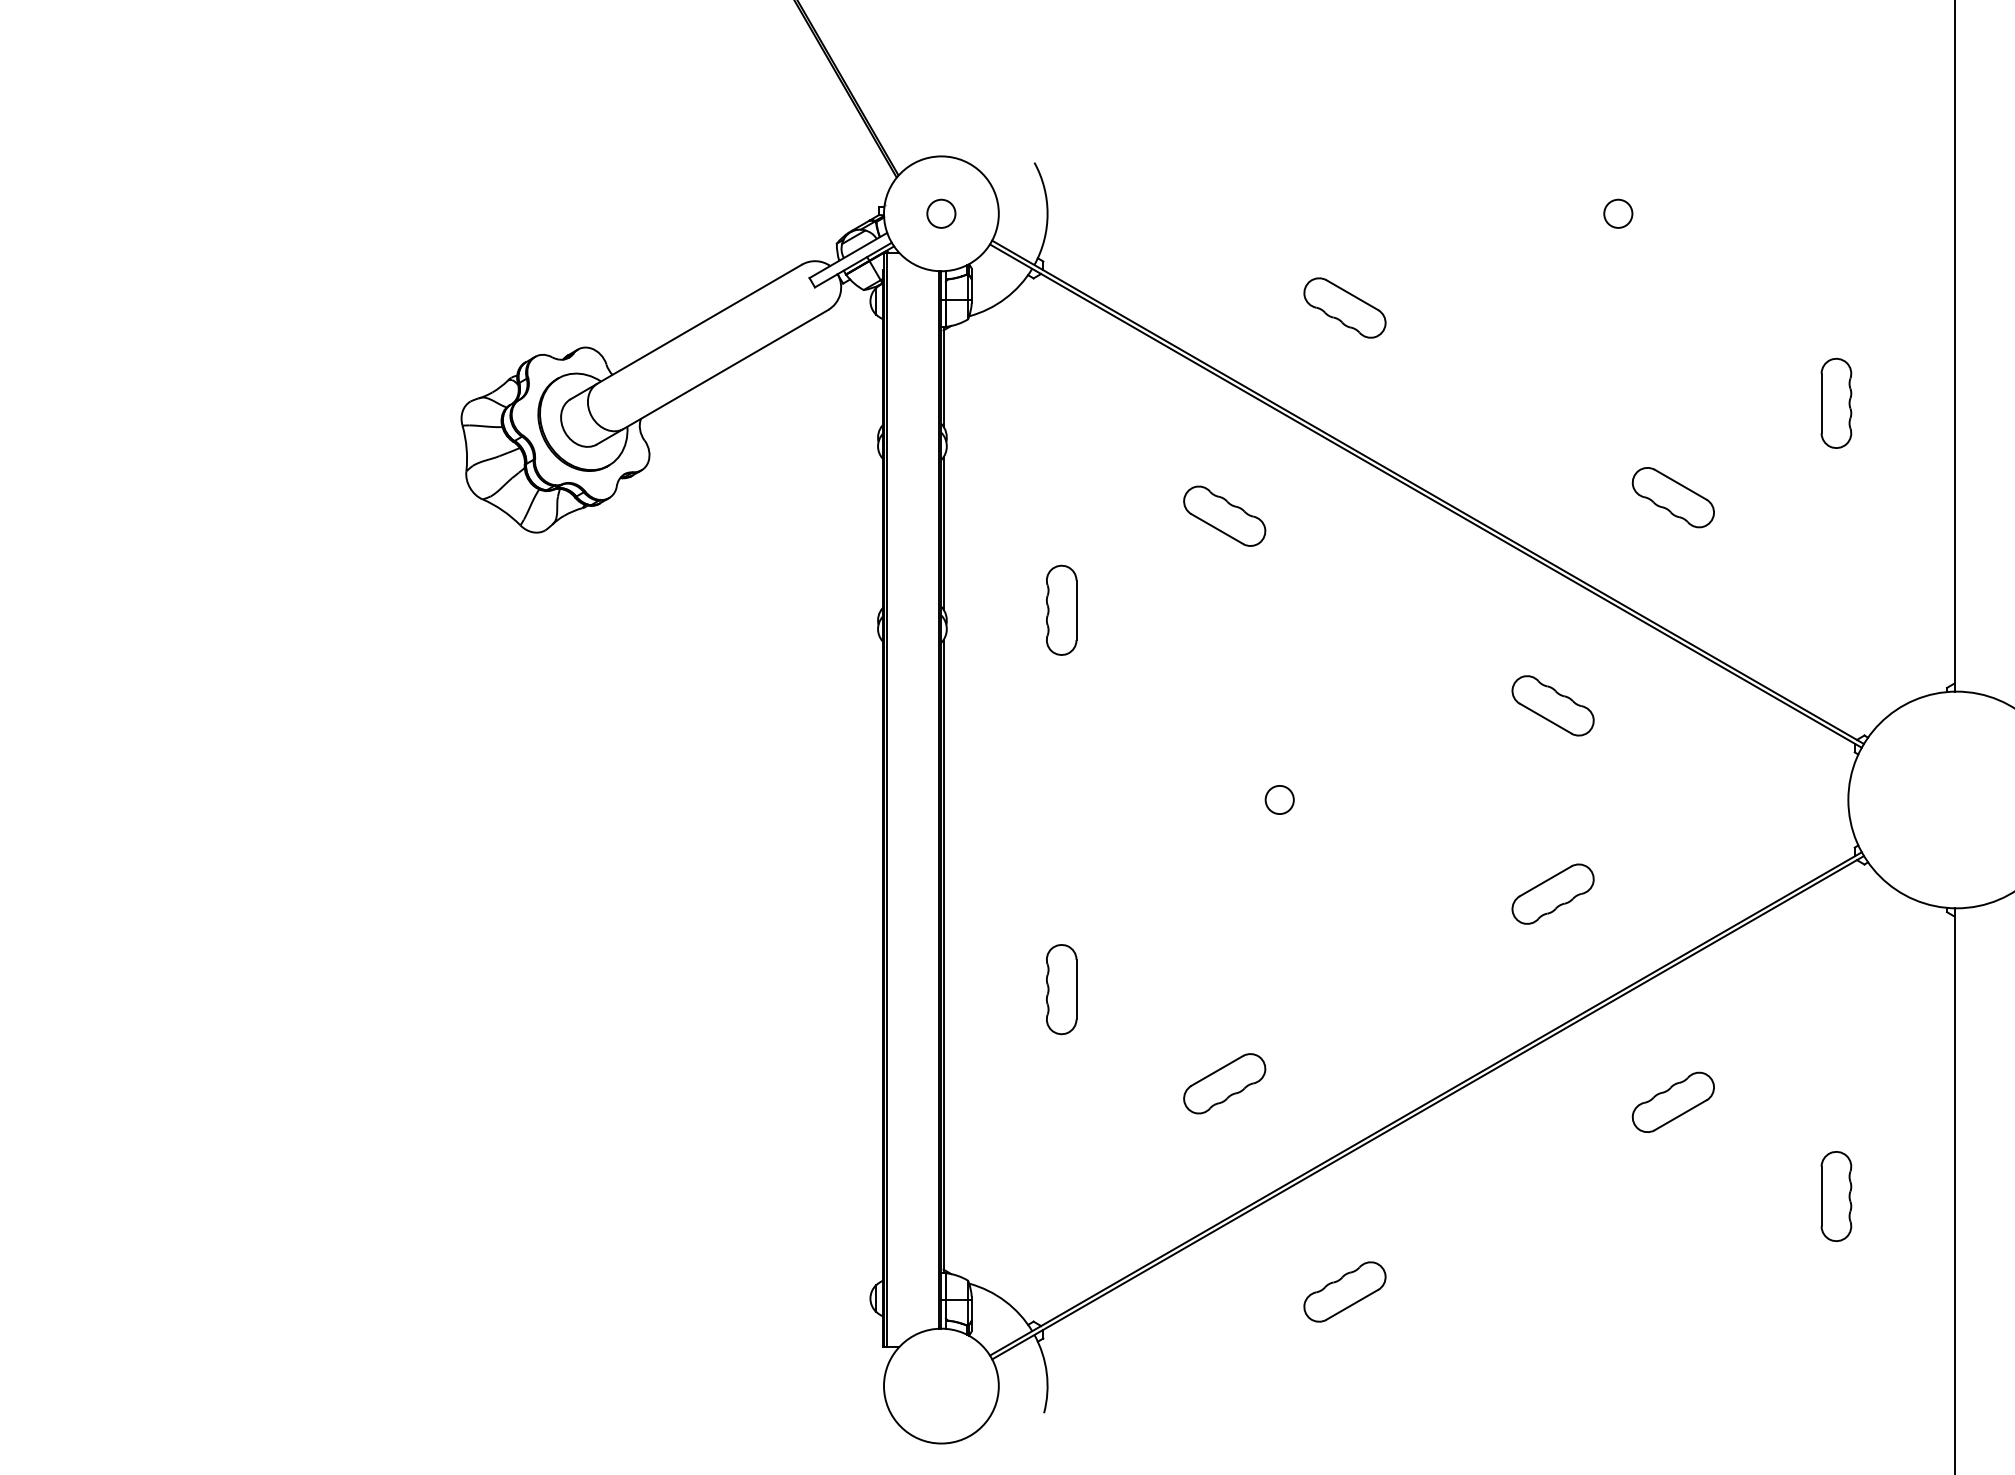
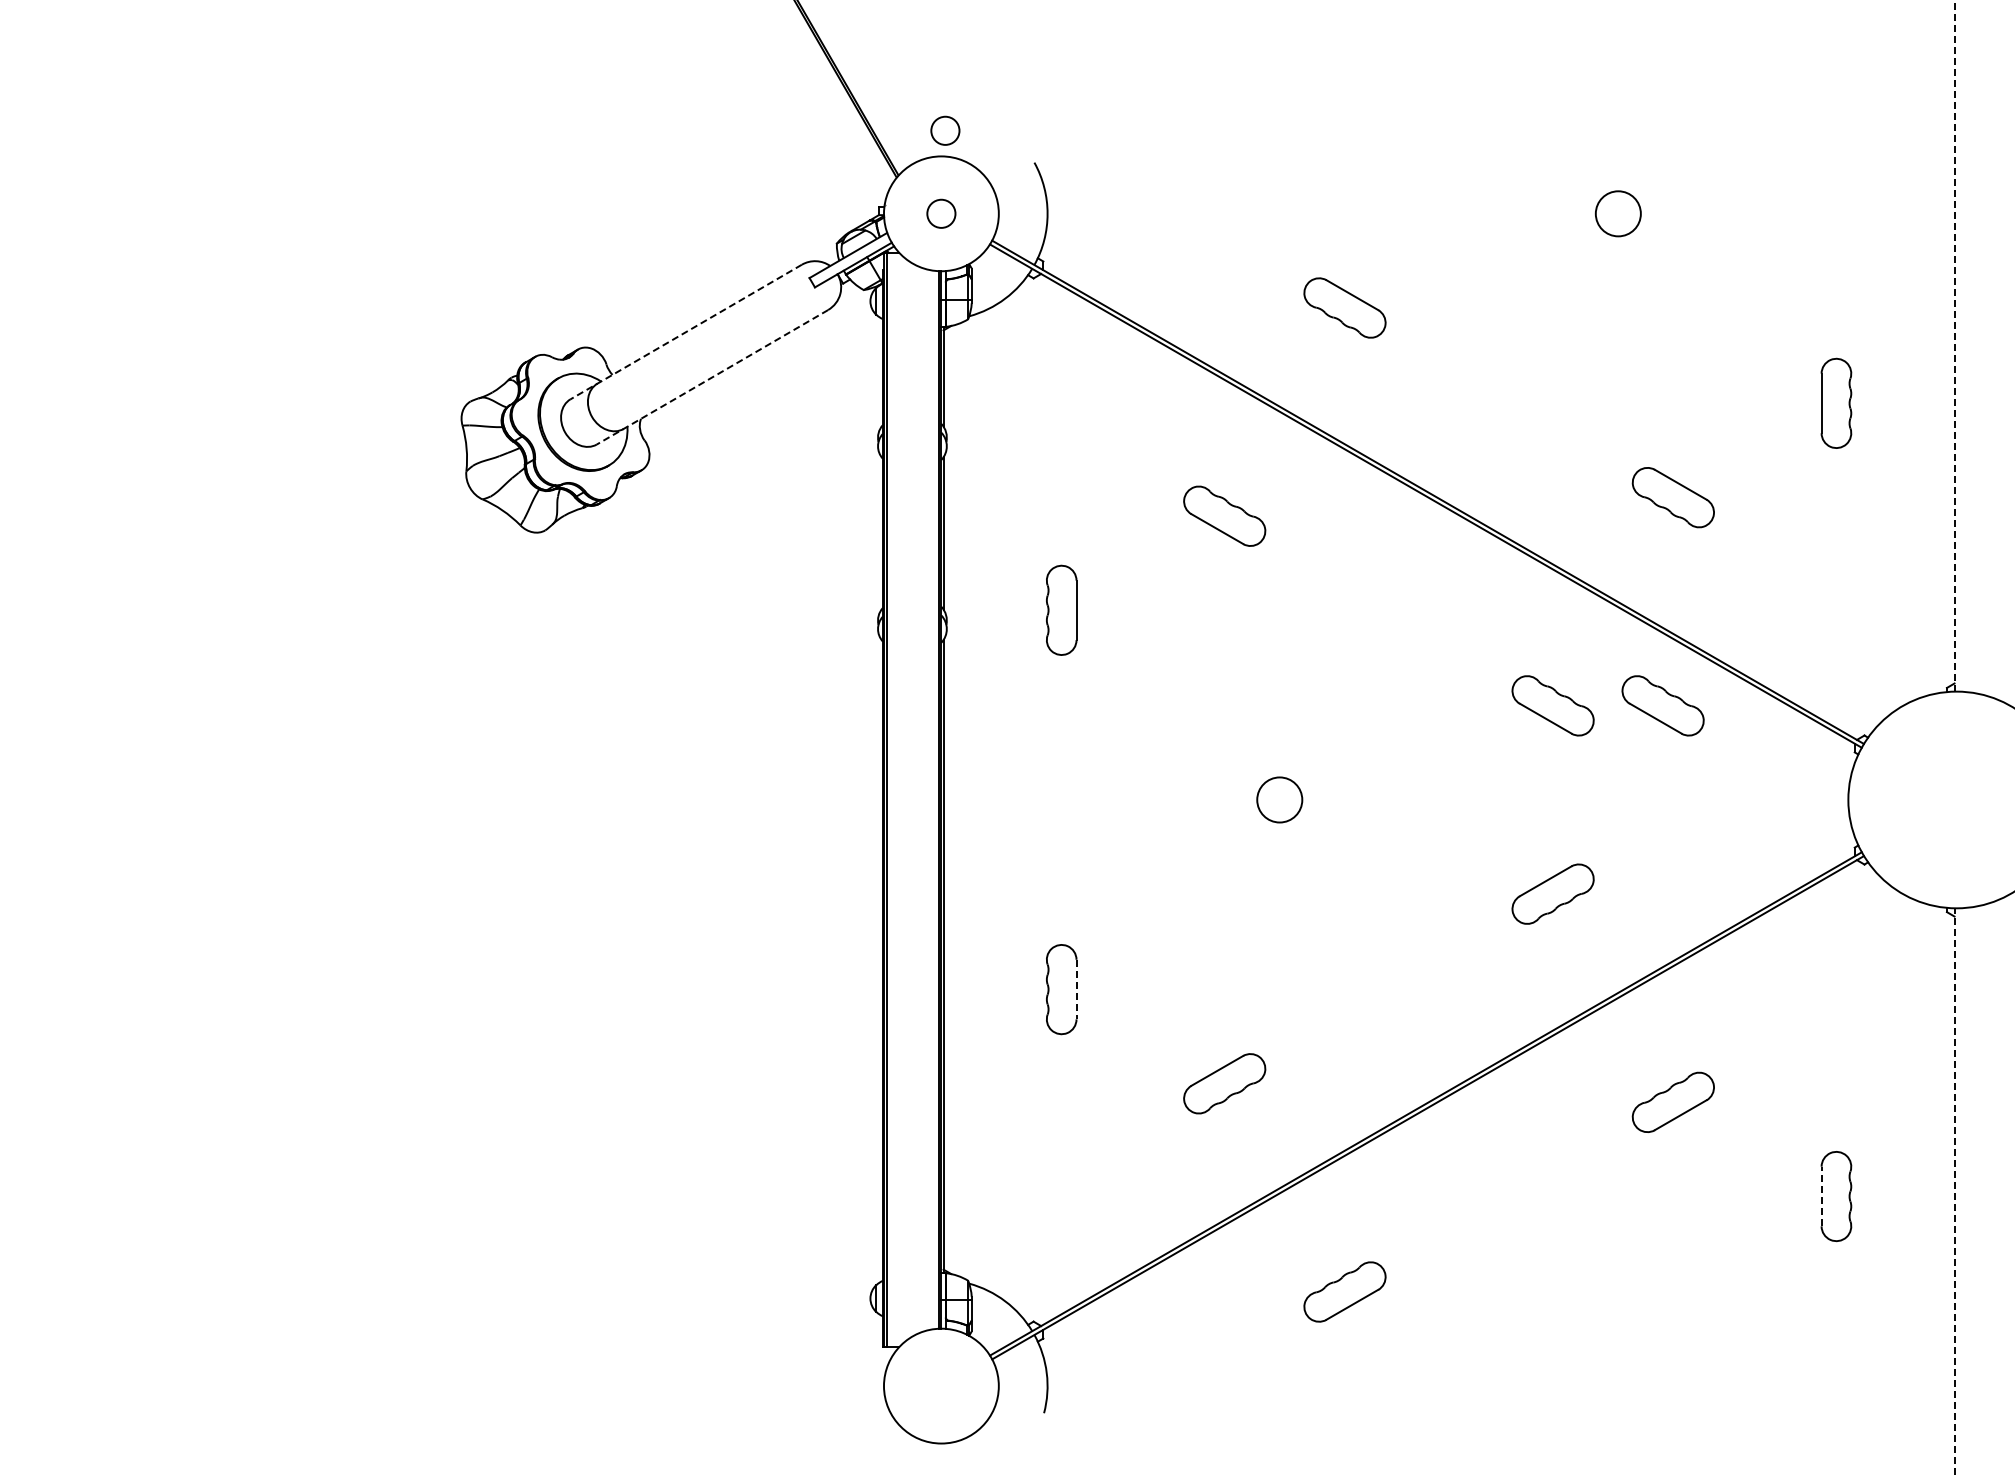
circle at (945, 130): none -> present
circle at (1618, 213) diameter: 28 px -> 45 px
line at (686, 332): solid -> dashed
line at (1954, 345): solid -> dashed
line at (712, 377): solid -> dashed
part at (1662, 705): none -> present
circle at (1279, 799) diameter: 28 px -> 45 px
line at (1076, 989): solid -> dashed
line at (1954, 1191): solid -> dashed
line at (1821, 1196): solid -> dashed
